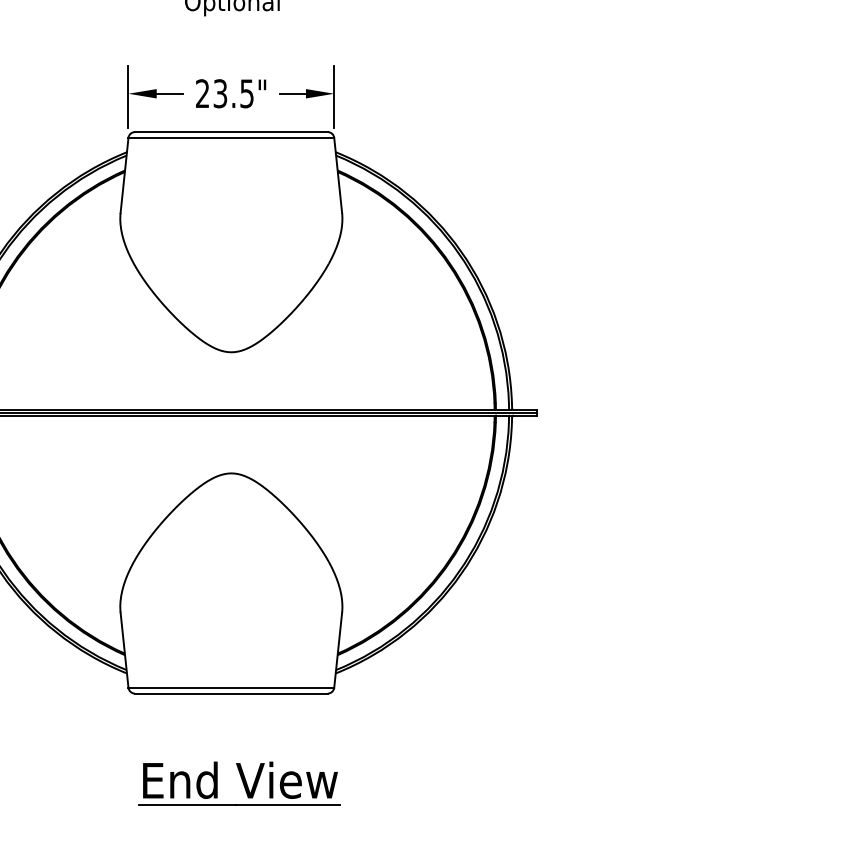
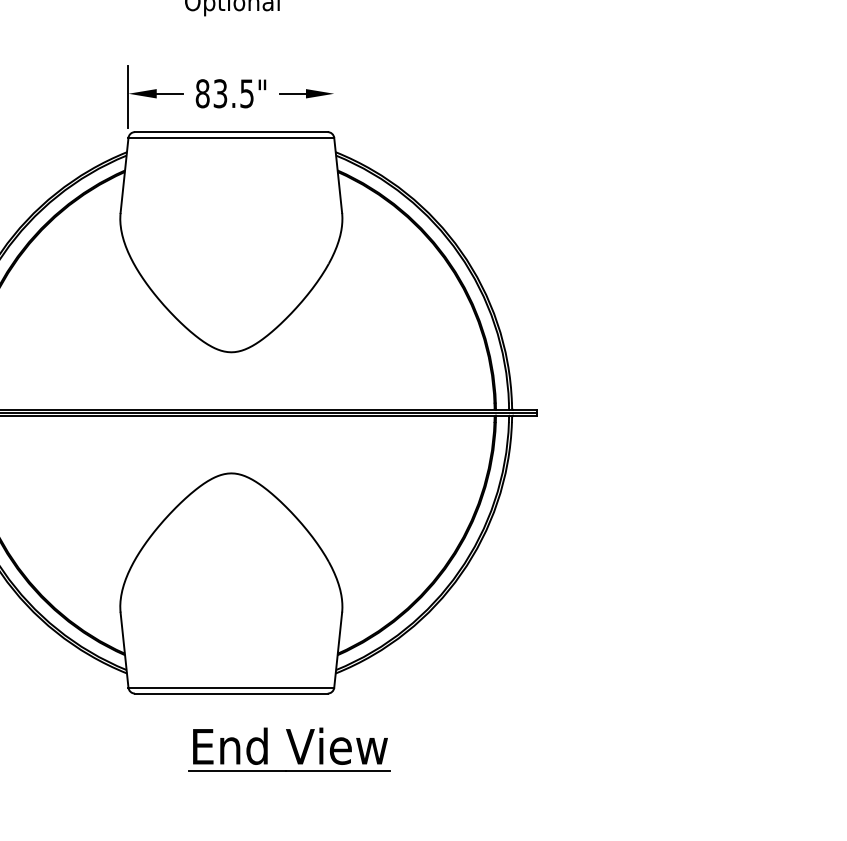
text at (202, 93): 23.5" -> 83.5"
line at (334, 96): present -> none
part at (239, 783) position: (239, 783) -> (289, 749)
